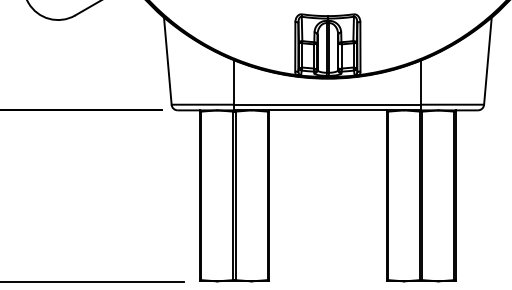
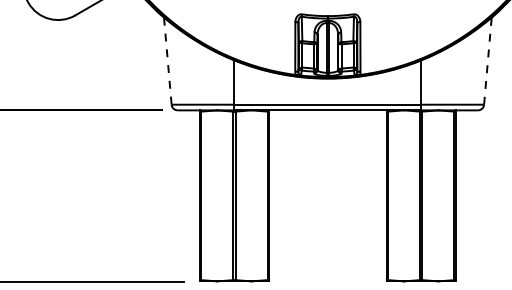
line at (167, 61): solid -> dashed
line at (487, 61): solid -> dashed
